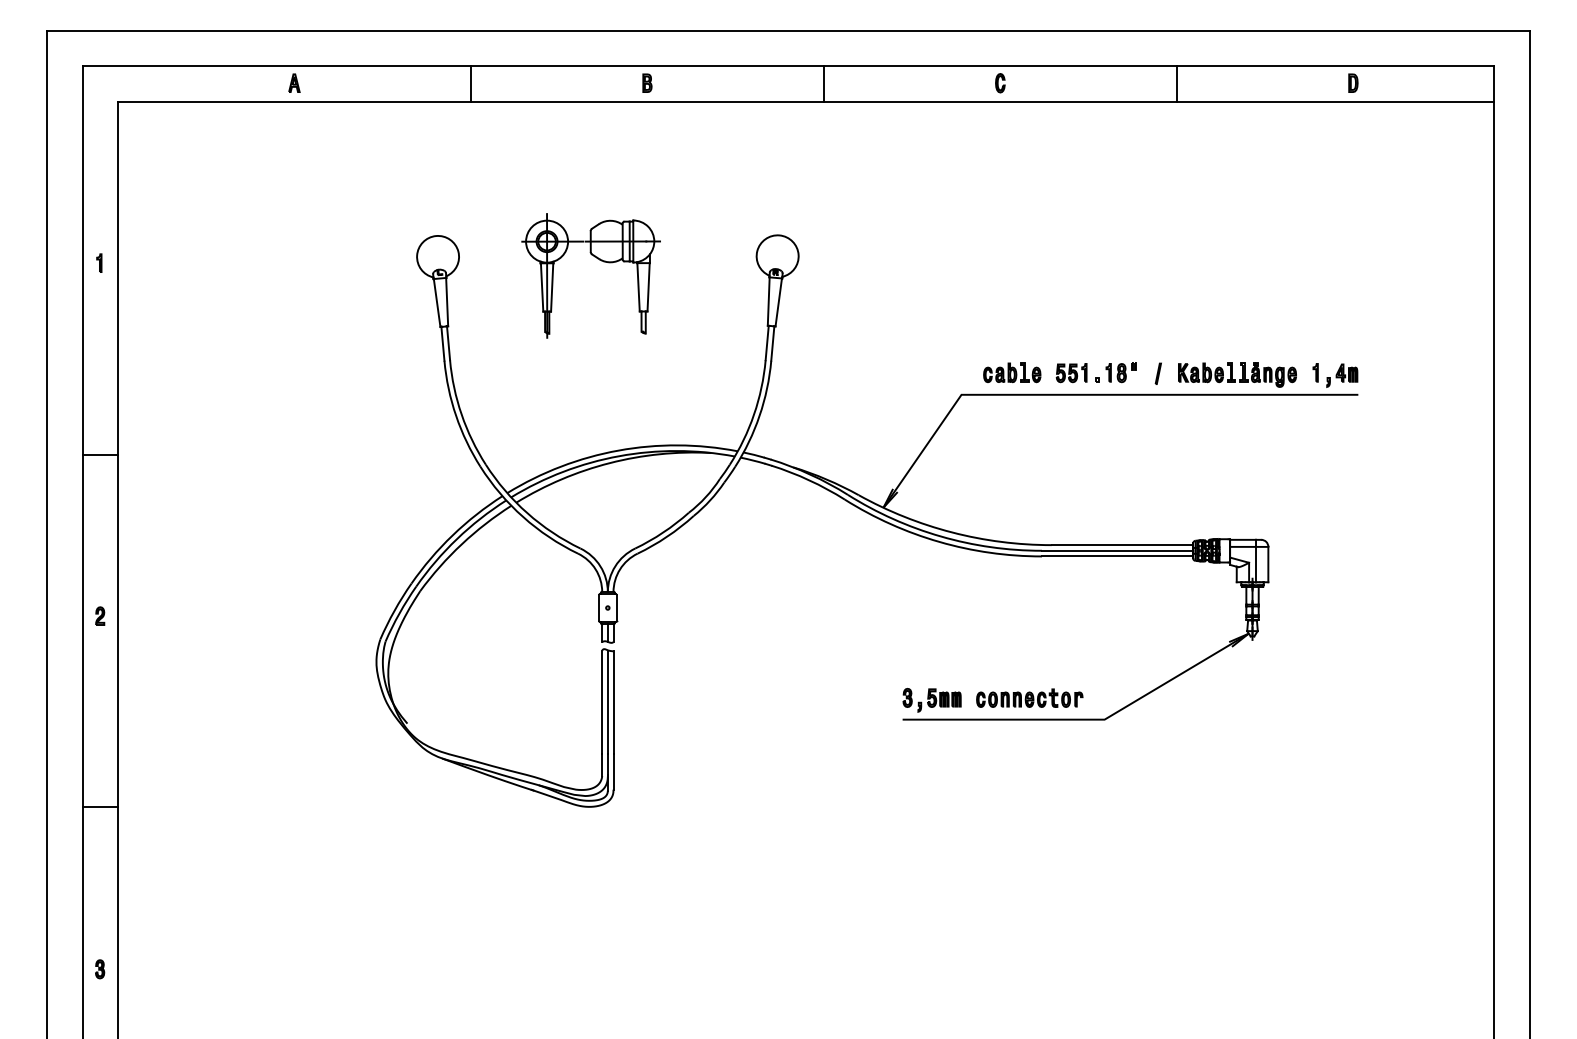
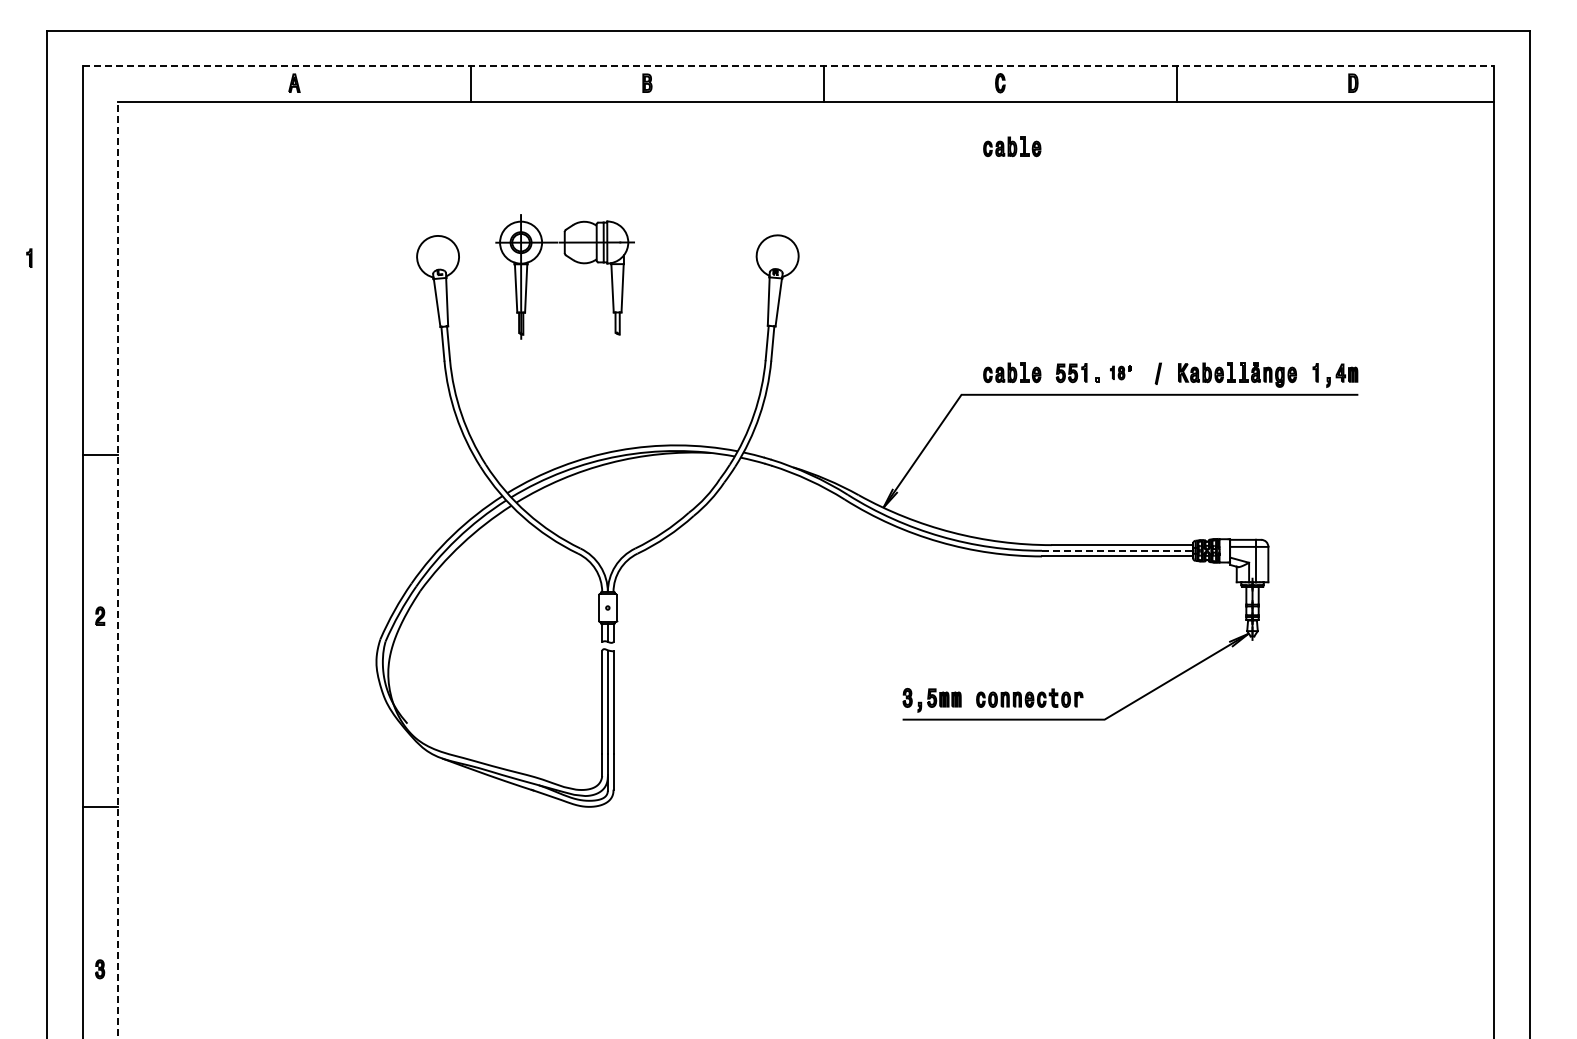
line at (788, 66): solid -> dashed
part at (1012, 146): none -> present
part at (597, 259) position: (597, 259) -> (571, 260)
part at (99, 262) position: (99, 262) -> (29, 257)
part at (1120, 372) size: 32x22 px -> 22x16 px
line at (1117, 550): solid -> dashed
line at (117, 569): solid -> dashed
